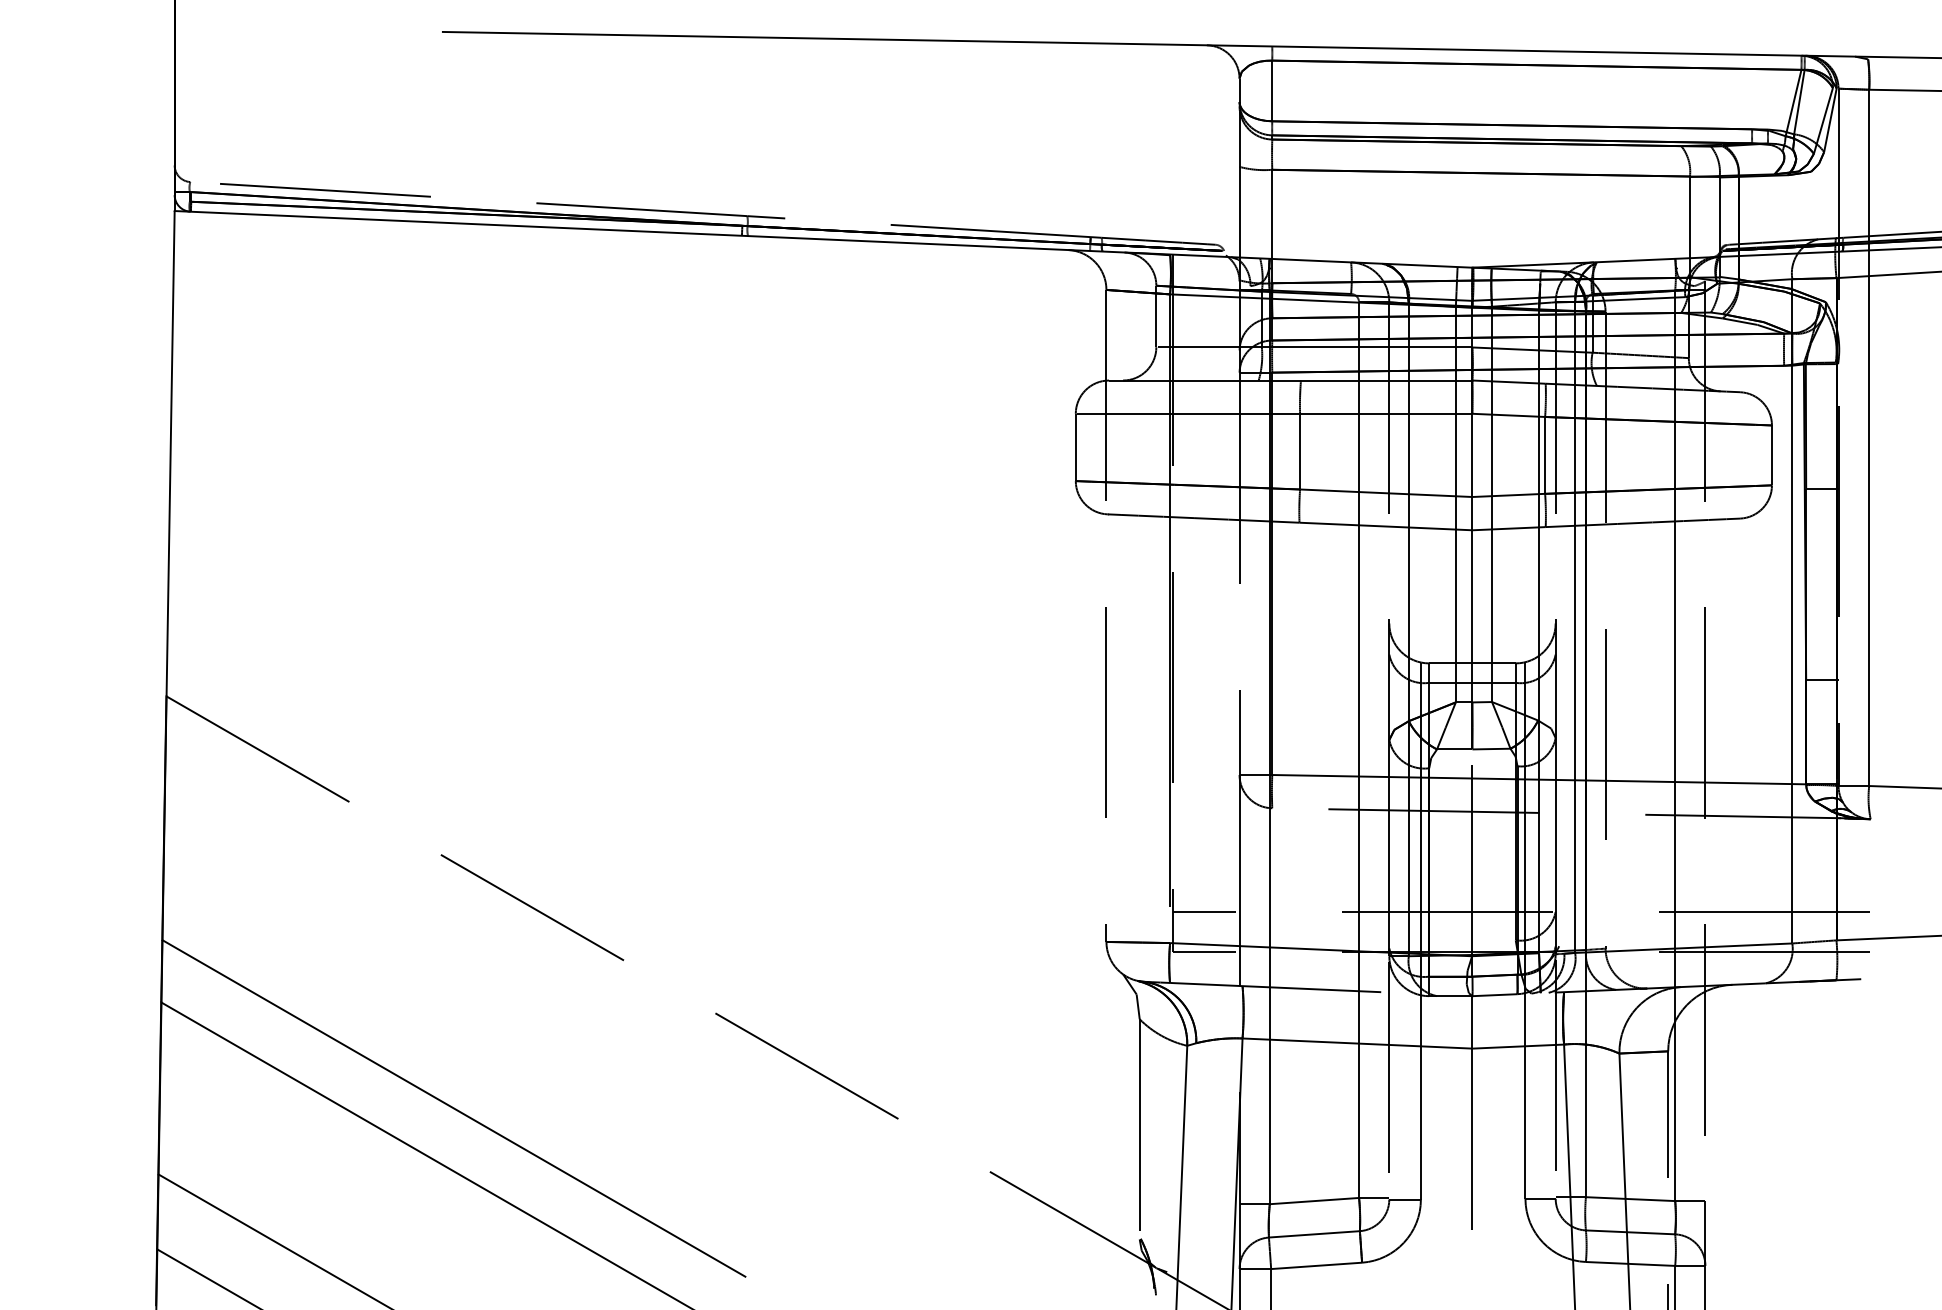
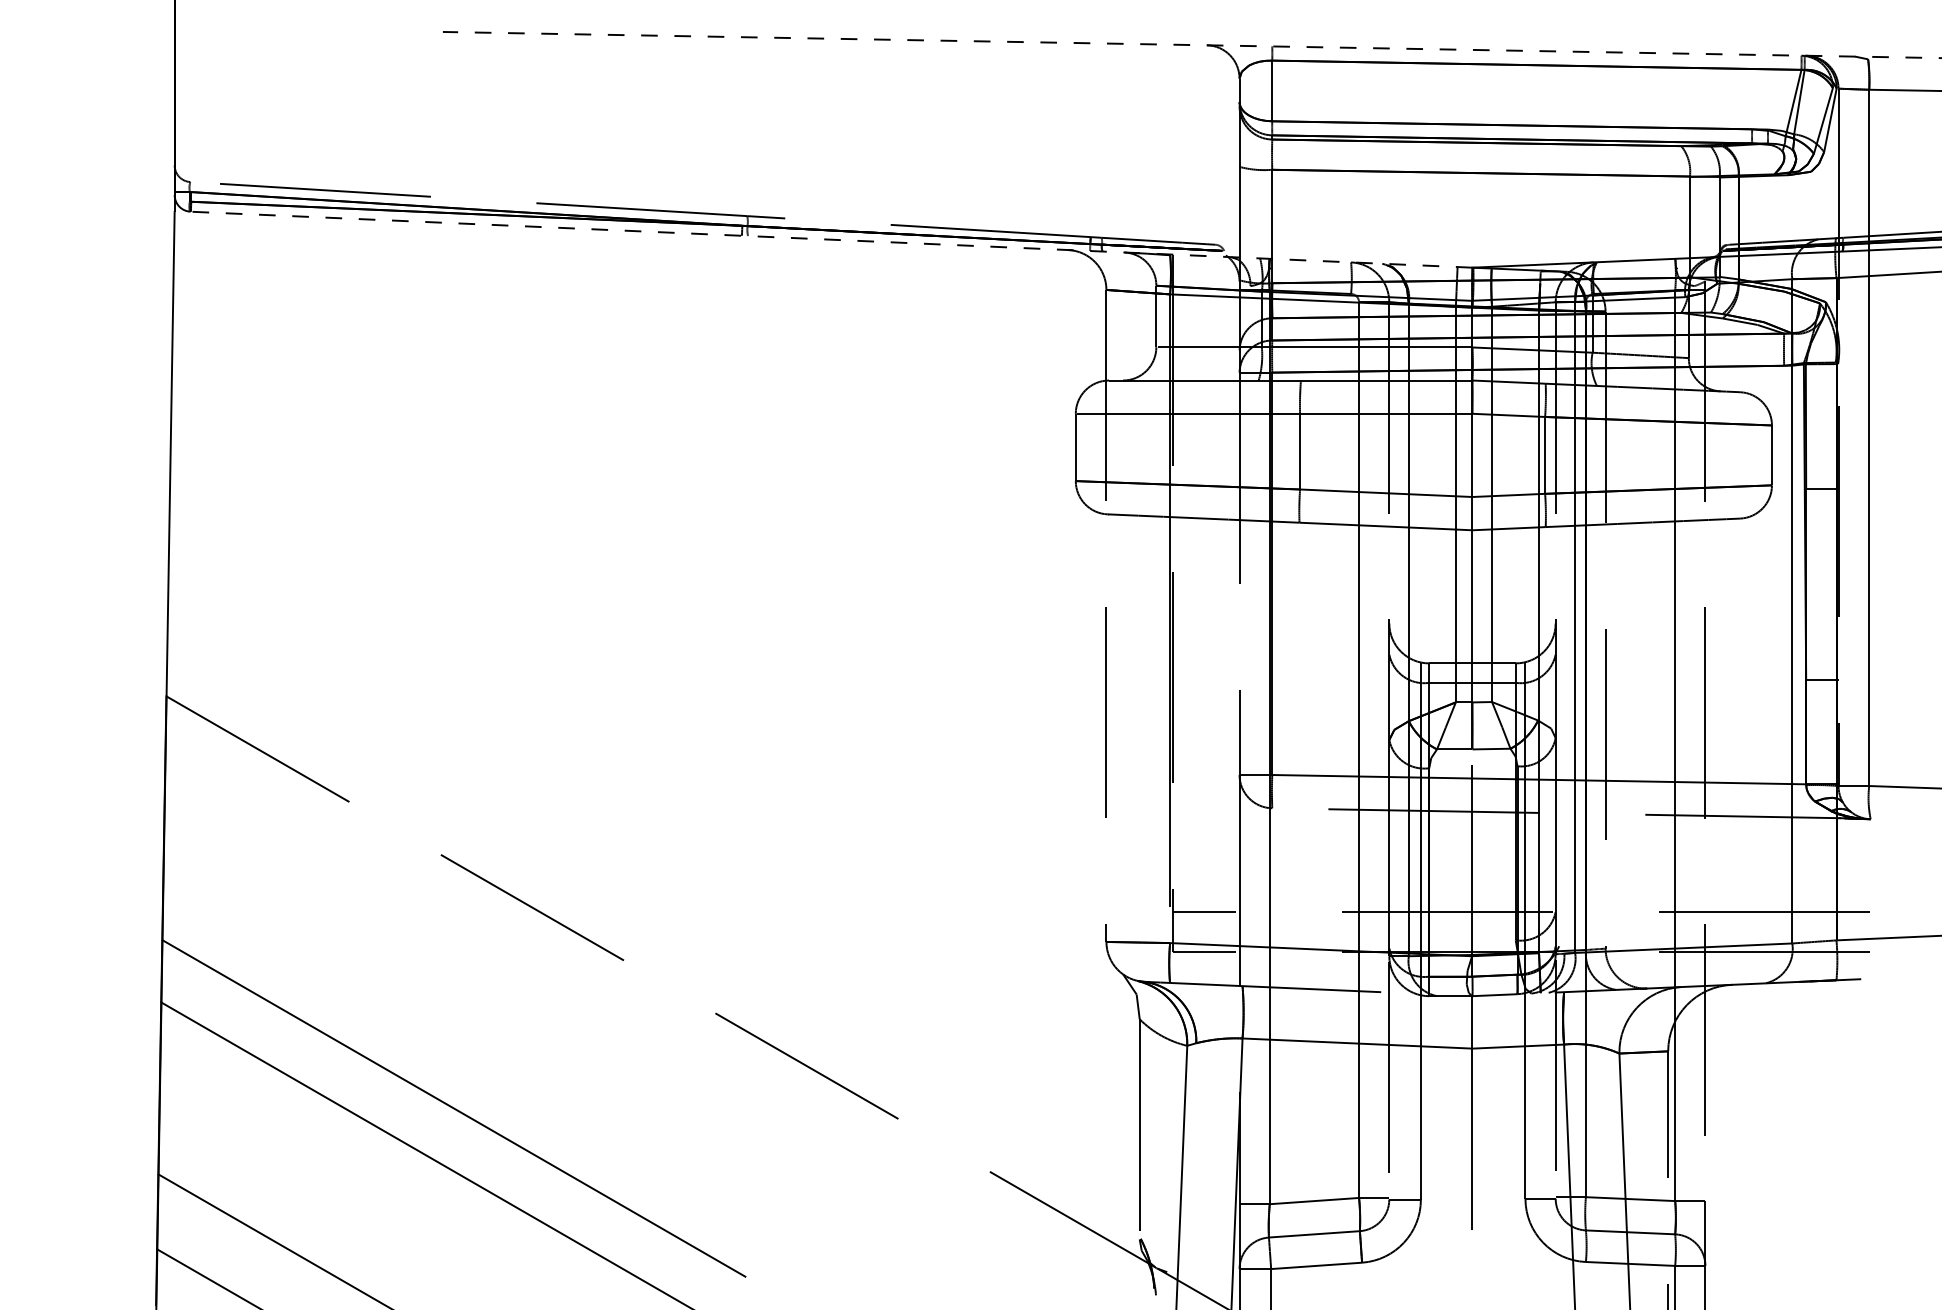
line at (1191, 45): solid -> dashed
line at (823, 239): solid -> dashed
